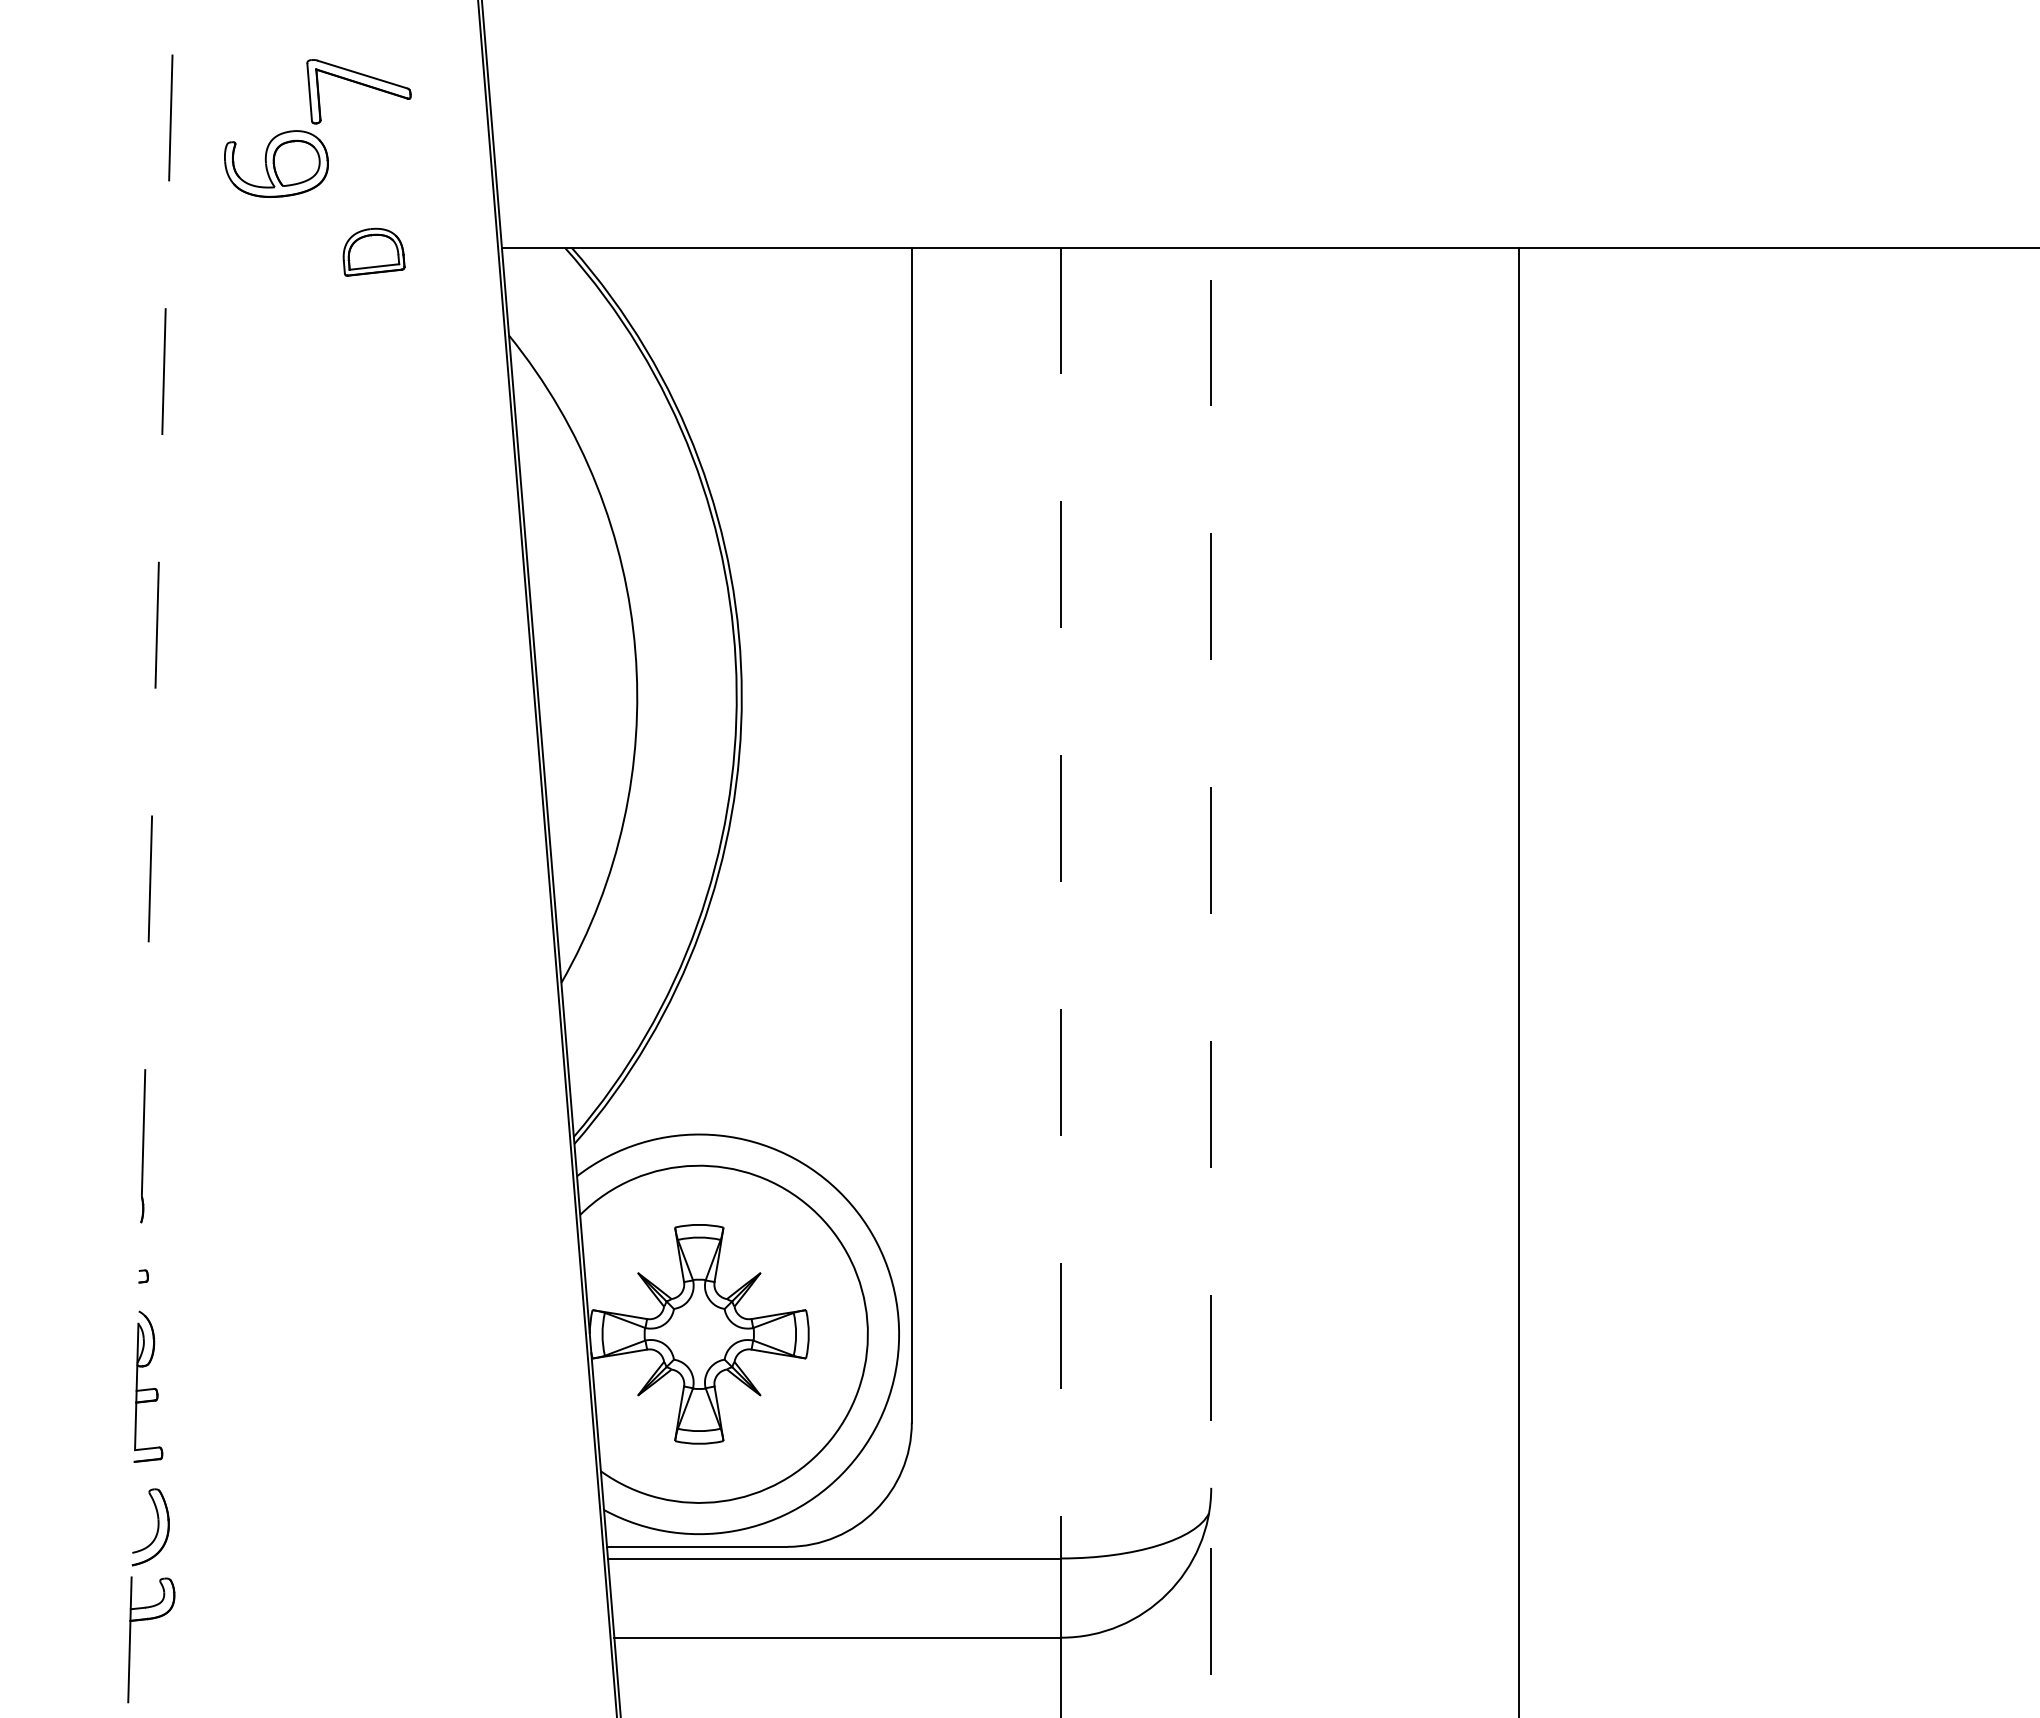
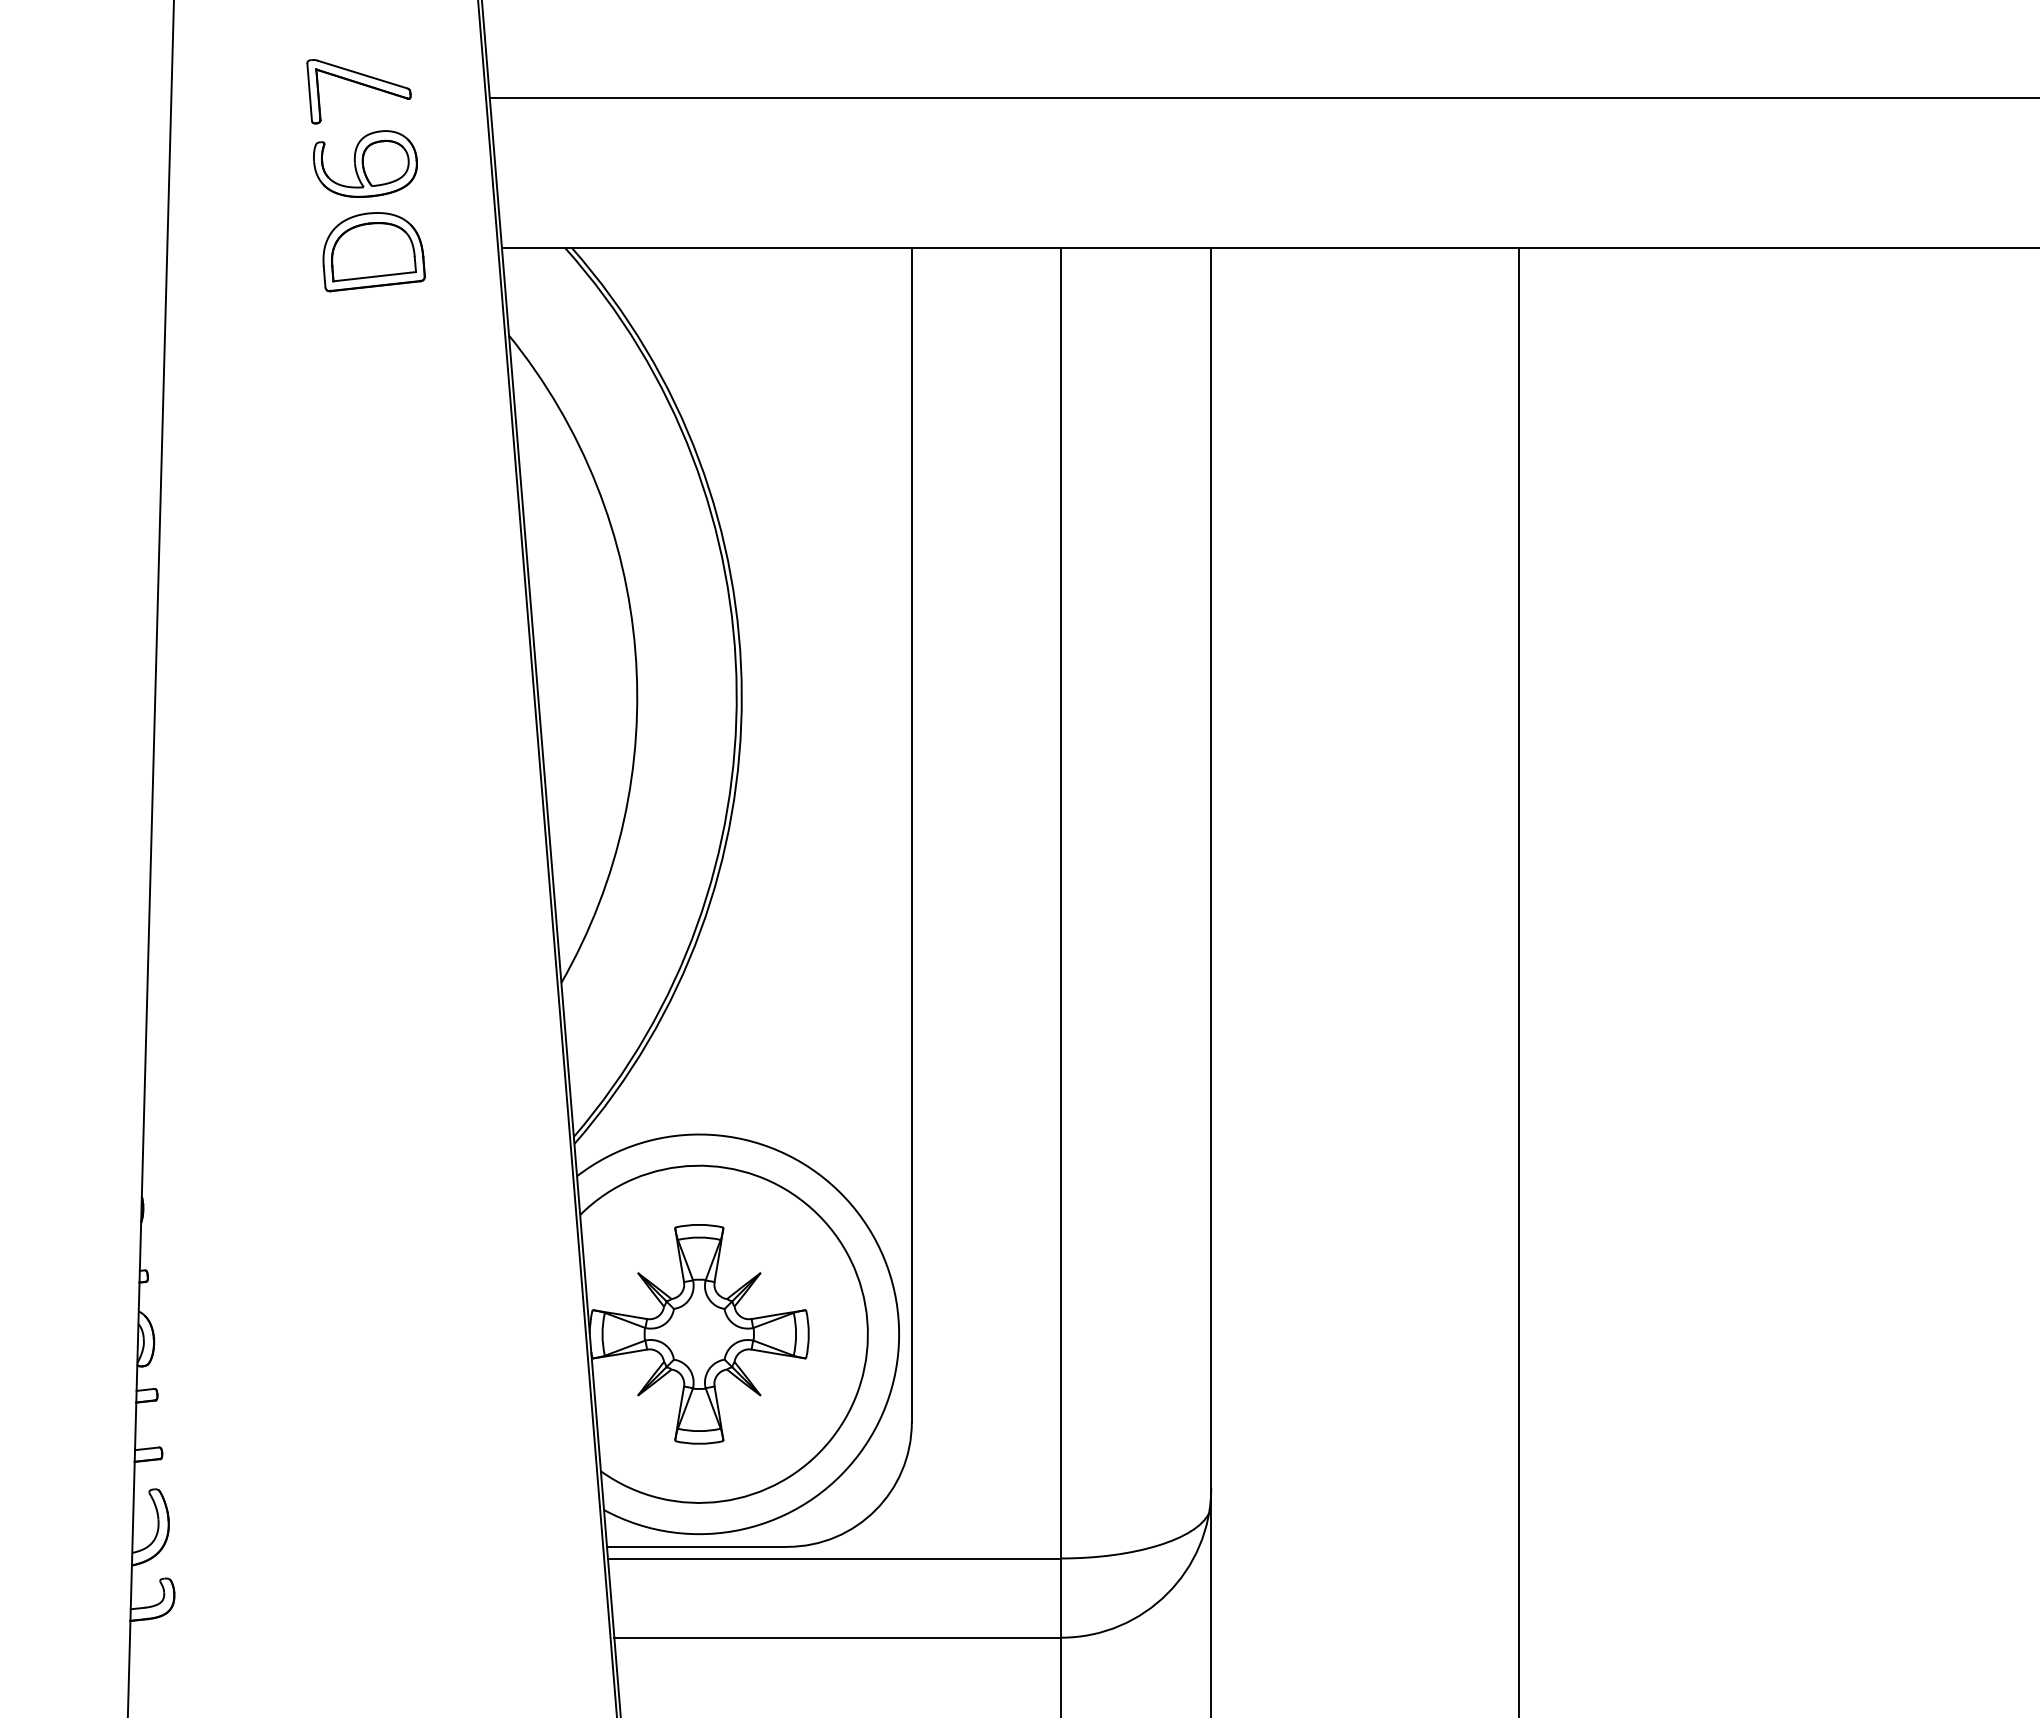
line at (1262, 97): none -> present
part at (276, 163) position: (276, 163) -> (365, 163)
part at (373, 251) size: 64x50 px -> 104x81 px
line at (150, 859): dashed -> solid
line at (1061, 903): dashed -> solid
line at (1211, 982): dashed -> solid
